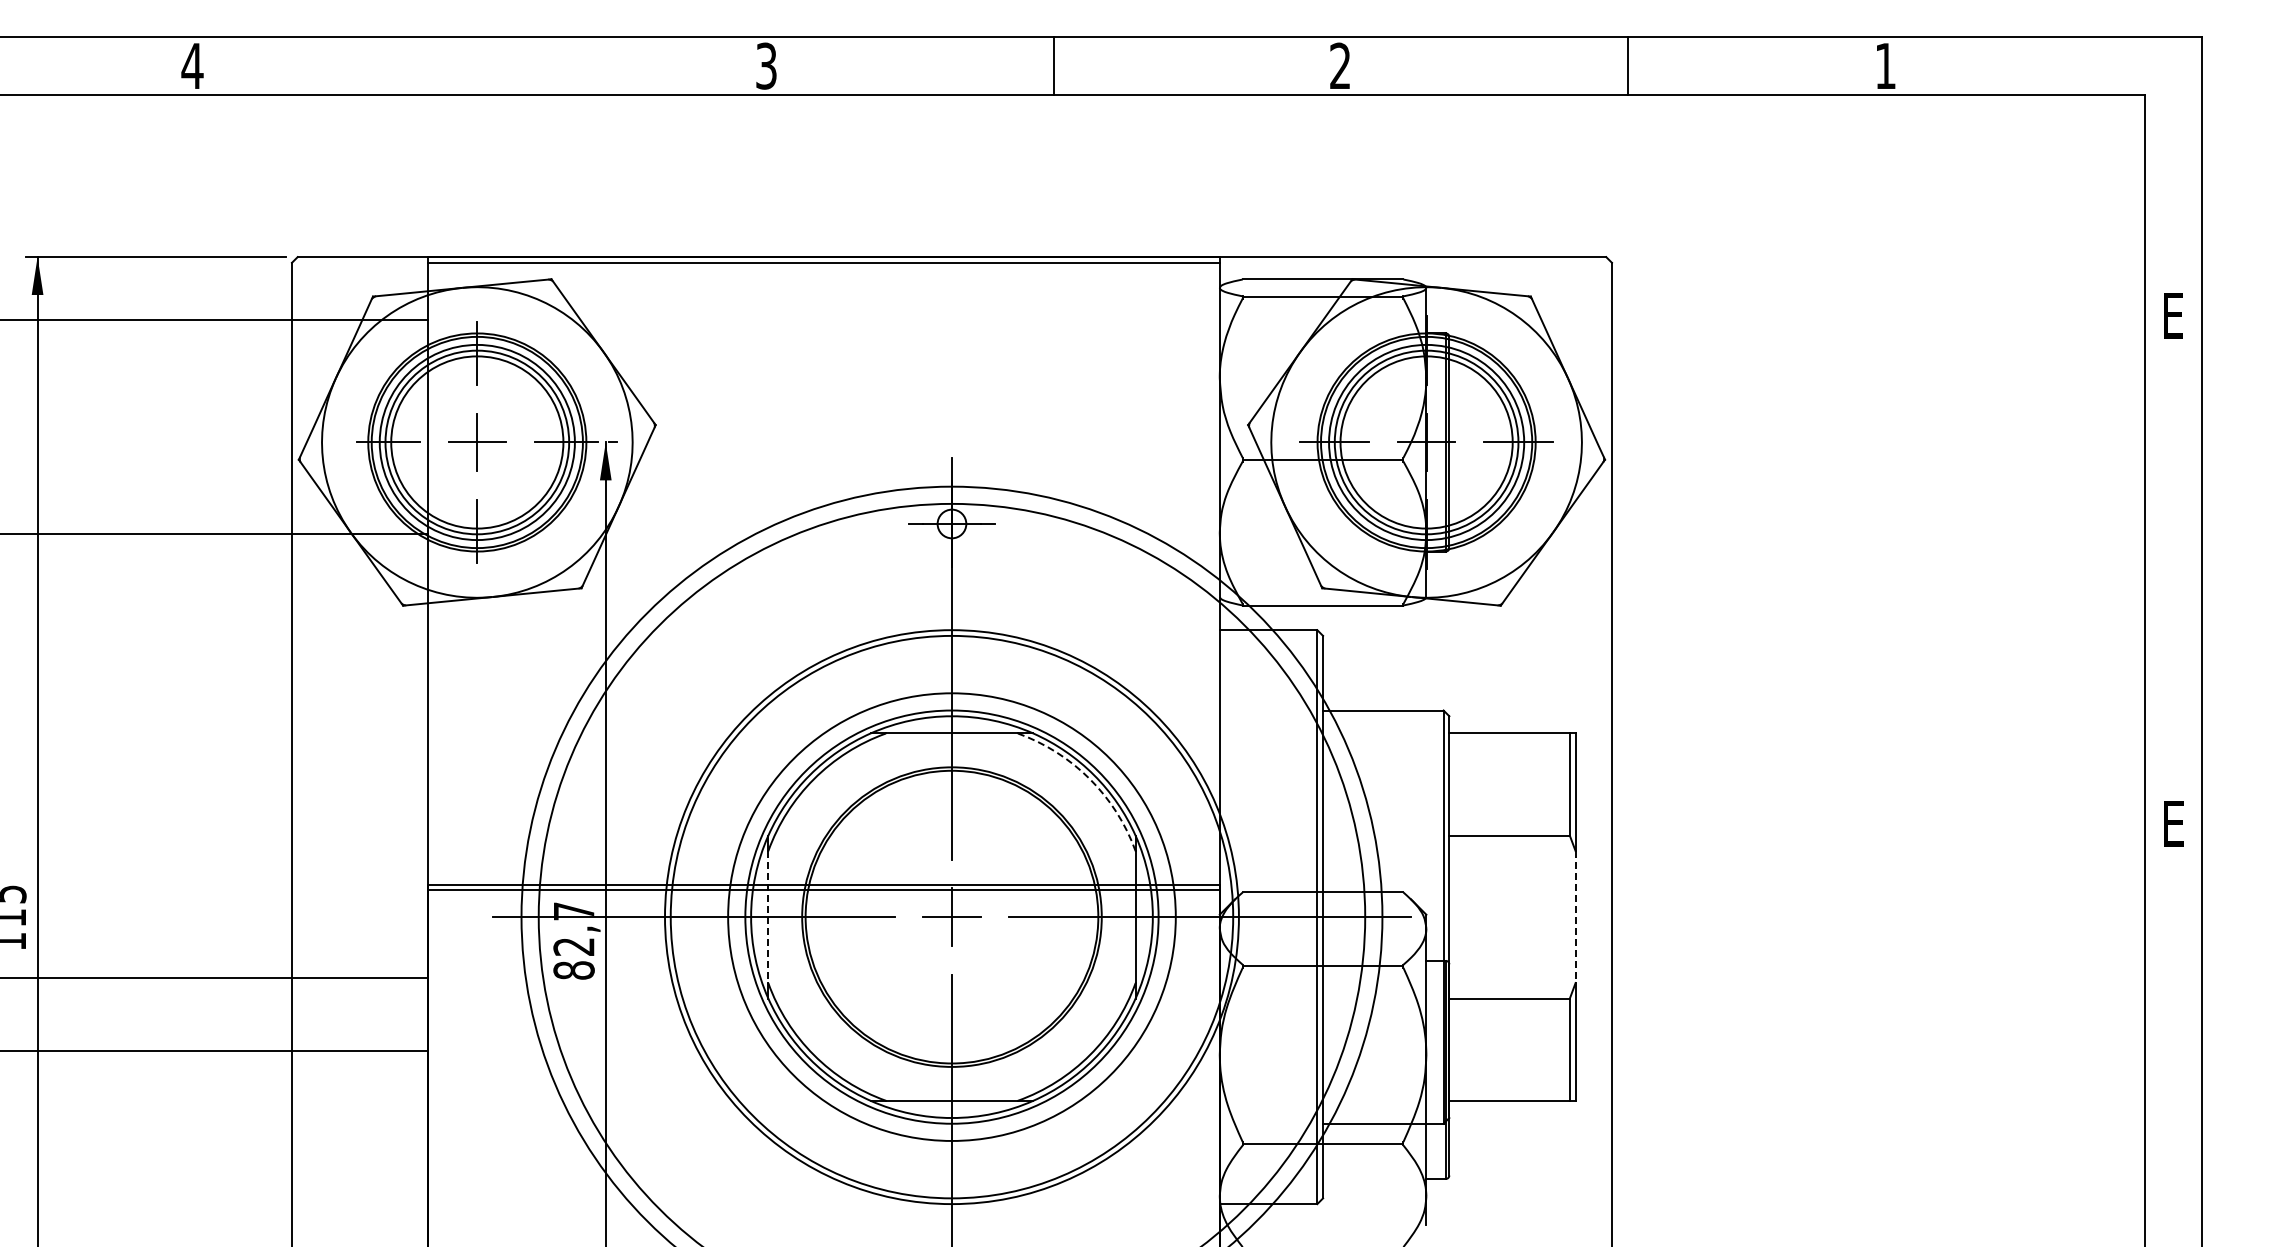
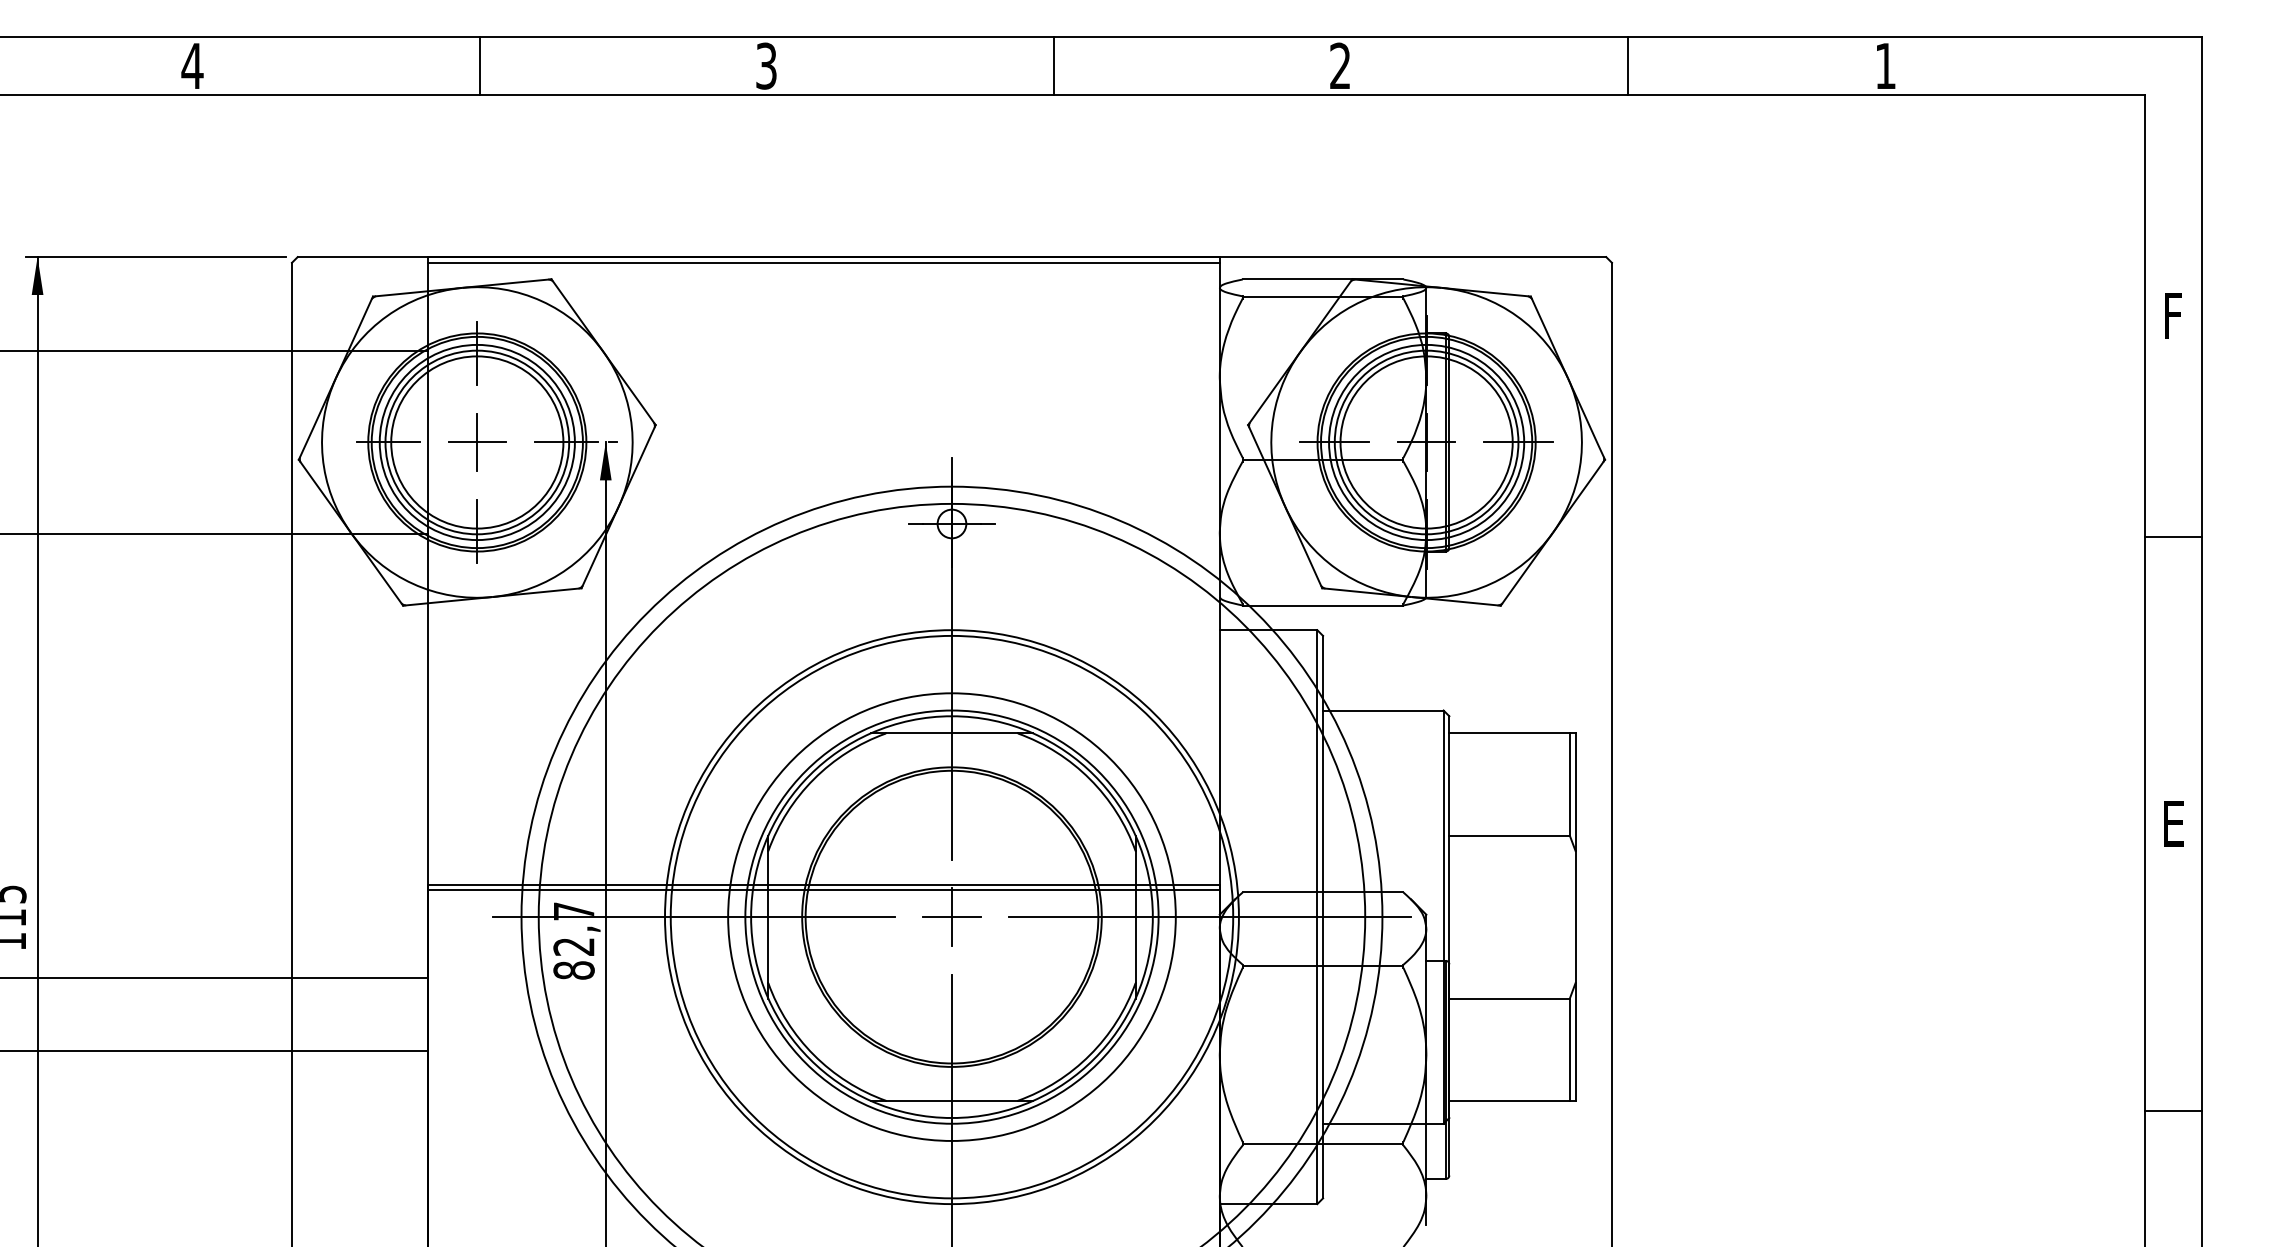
line at (480, 65): none -> present
text at (2173, 315): E -> F
line at (214, 319) position: (214, 319) -> (214, 350)
line at (2172, 536): none -> present
arc at (1089, 779): dashed -> solid
line at (768, 917): dashed -> solid
line at (1575, 917): dashed -> solid
line at (2172, 1110): none -> present
